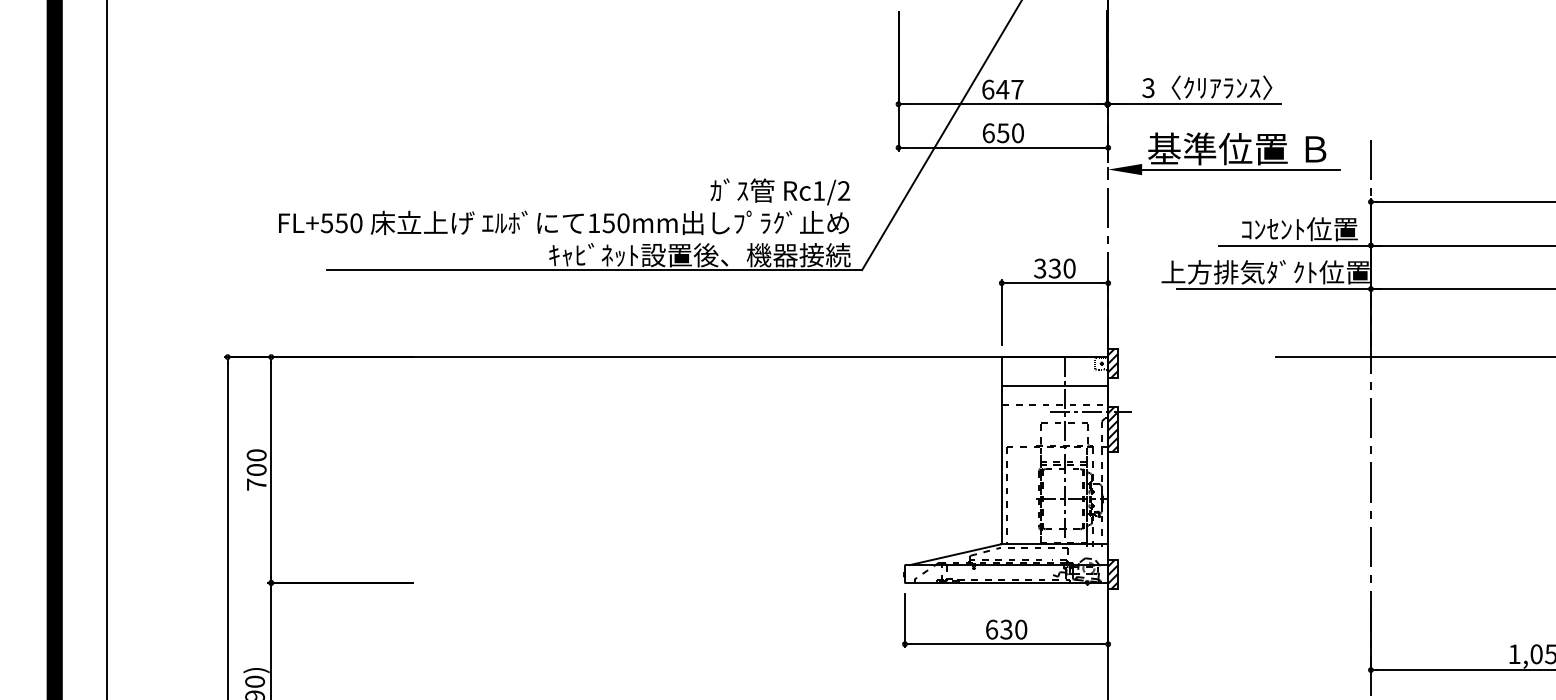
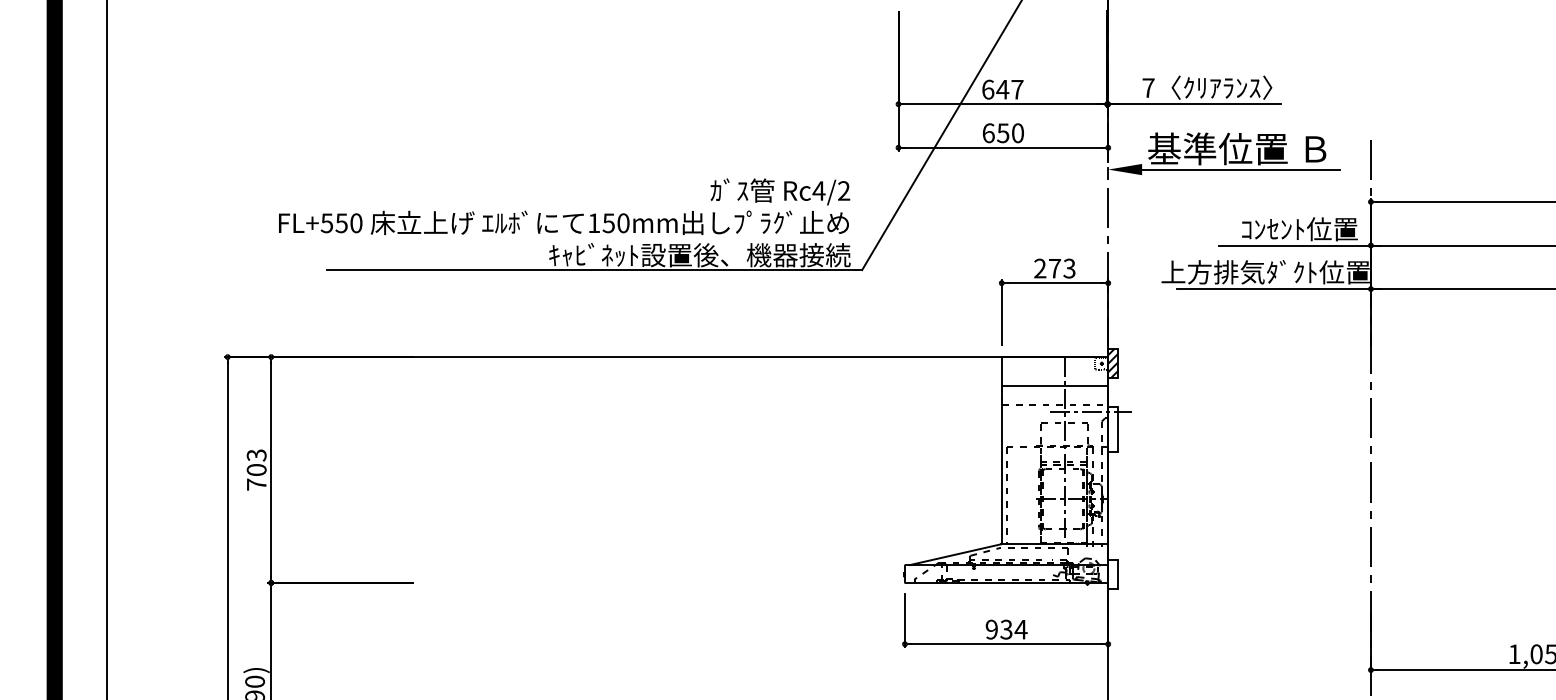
text at (1148, 88): 3 -> 7
text at (818, 190): Rc1/2 -> Rc4/2
text at (1054, 268): 330 -> 273
line at (1414, 357): present -> none
hatch at (1112, 429): present -> none
text at (256, 455): 700 -> 703
hatch at (1112, 574): present -> none
text at (1006, 629): 630 -> 934
